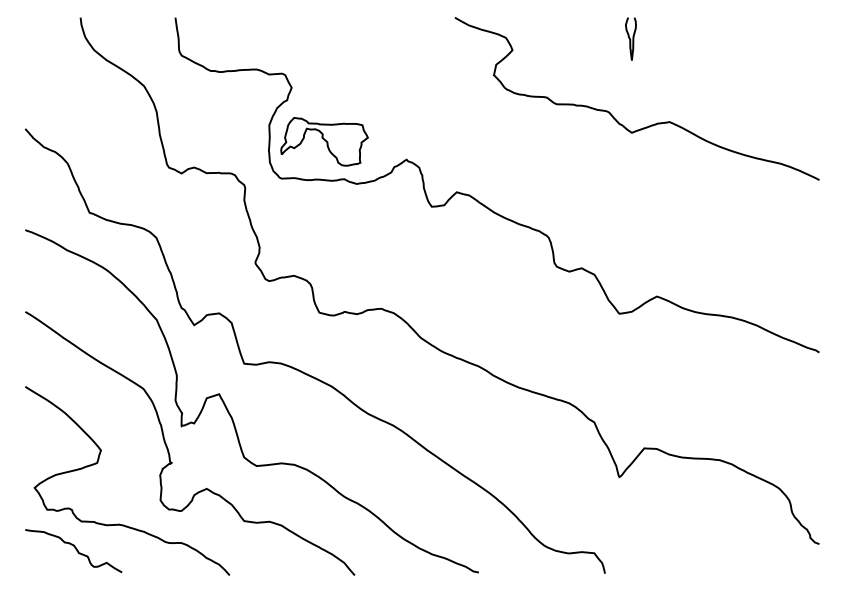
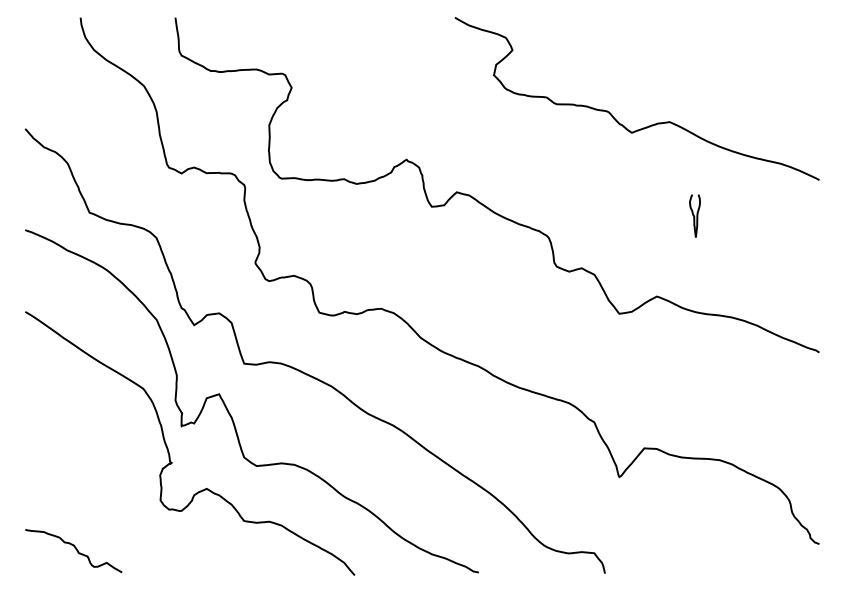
part at (630, 38) position: (630, 38) -> (694, 215)
part at (324, 141): present -> none
curve at (98, 462): present -> none
